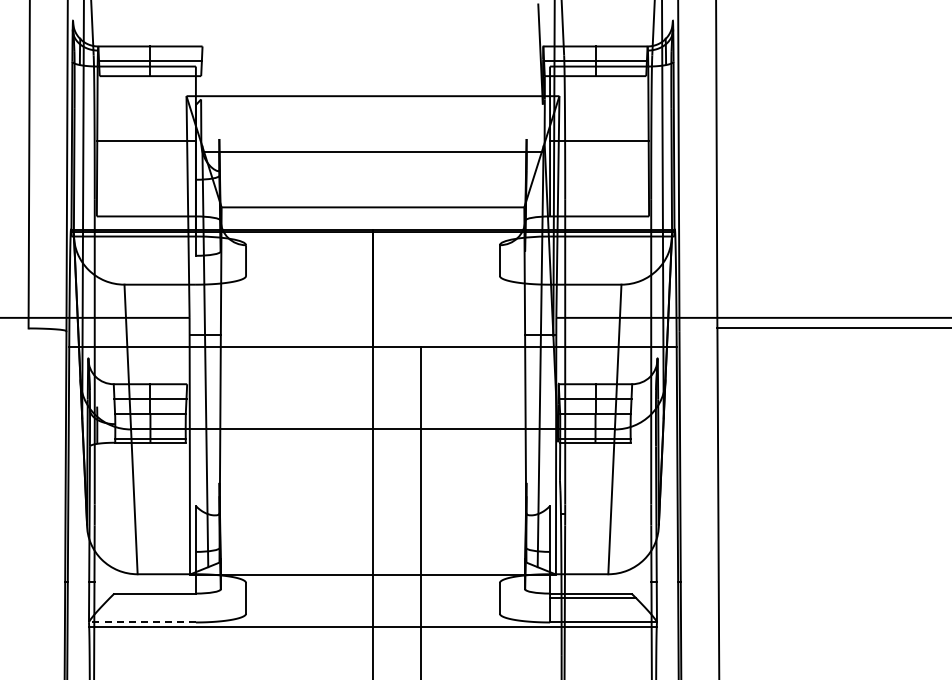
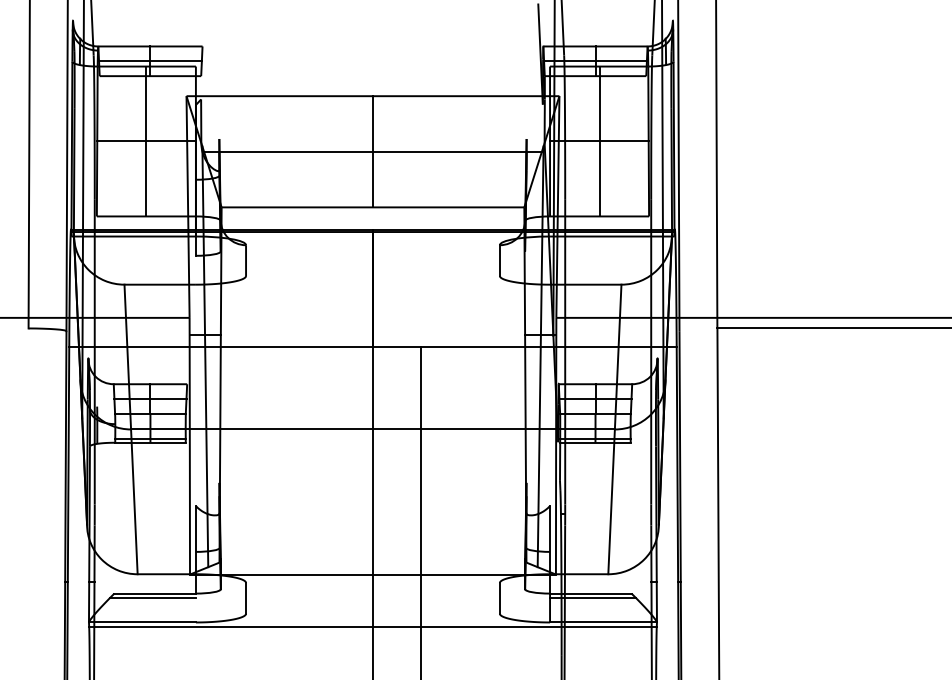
line at (146, 141): none -> present
line at (599, 141): none -> present
line at (372, 151): none -> present
line at (152, 597): none -> present
line at (141, 622): dashed -> solid
